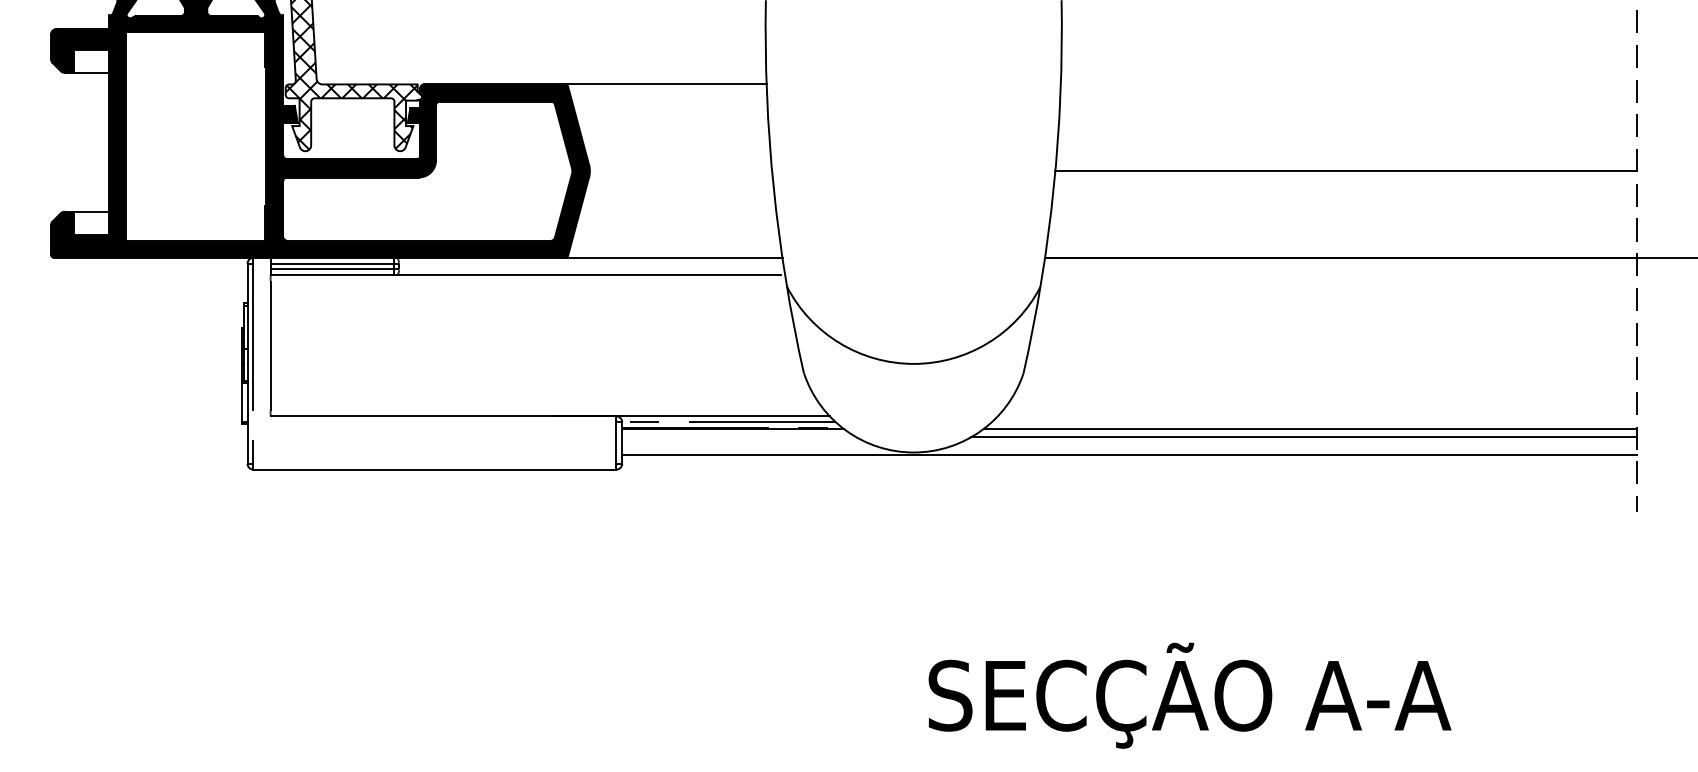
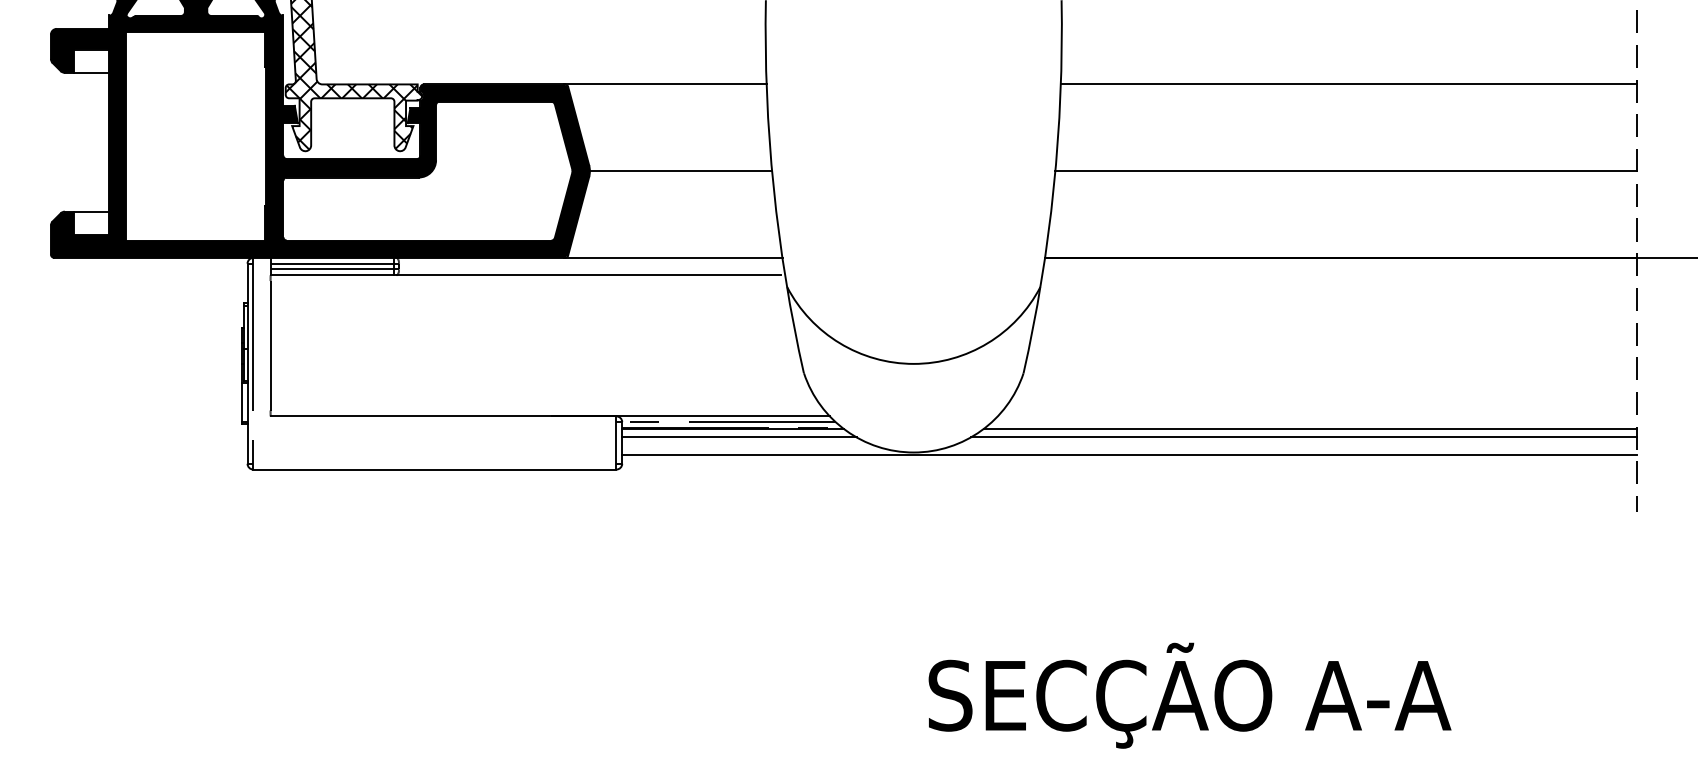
line at (1348, 84): none -> present
line at (680, 171): none -> present
line at (739, 437): none -> present
